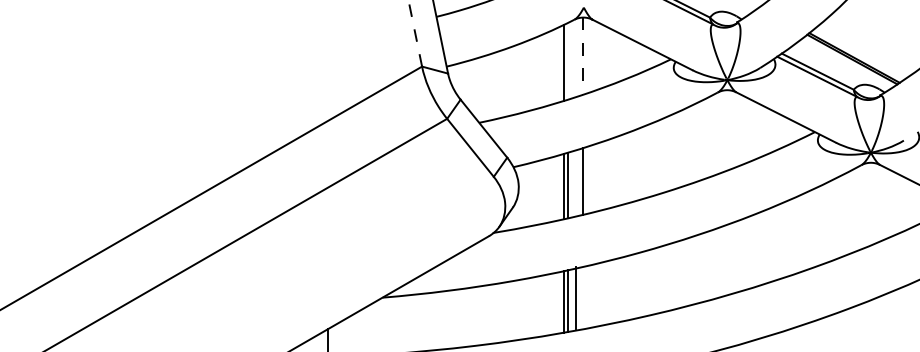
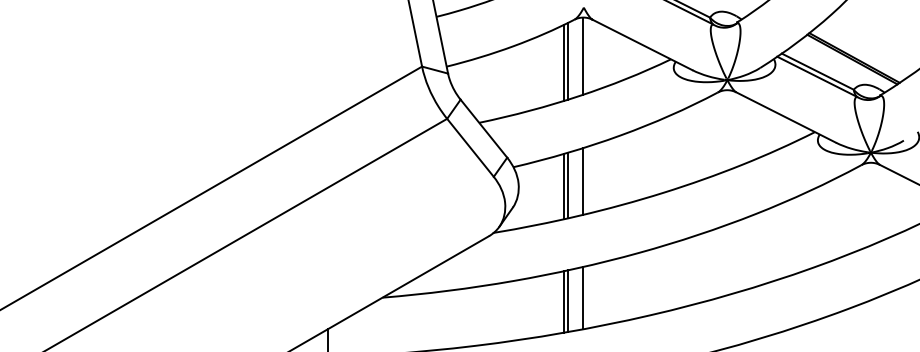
line at (415, 33): dashed -> solid
line at (582, 56): dashed -> solid
line at (567, 60): none -> present
line at (575, 298) position: (575, 298) -> (582, 298)
